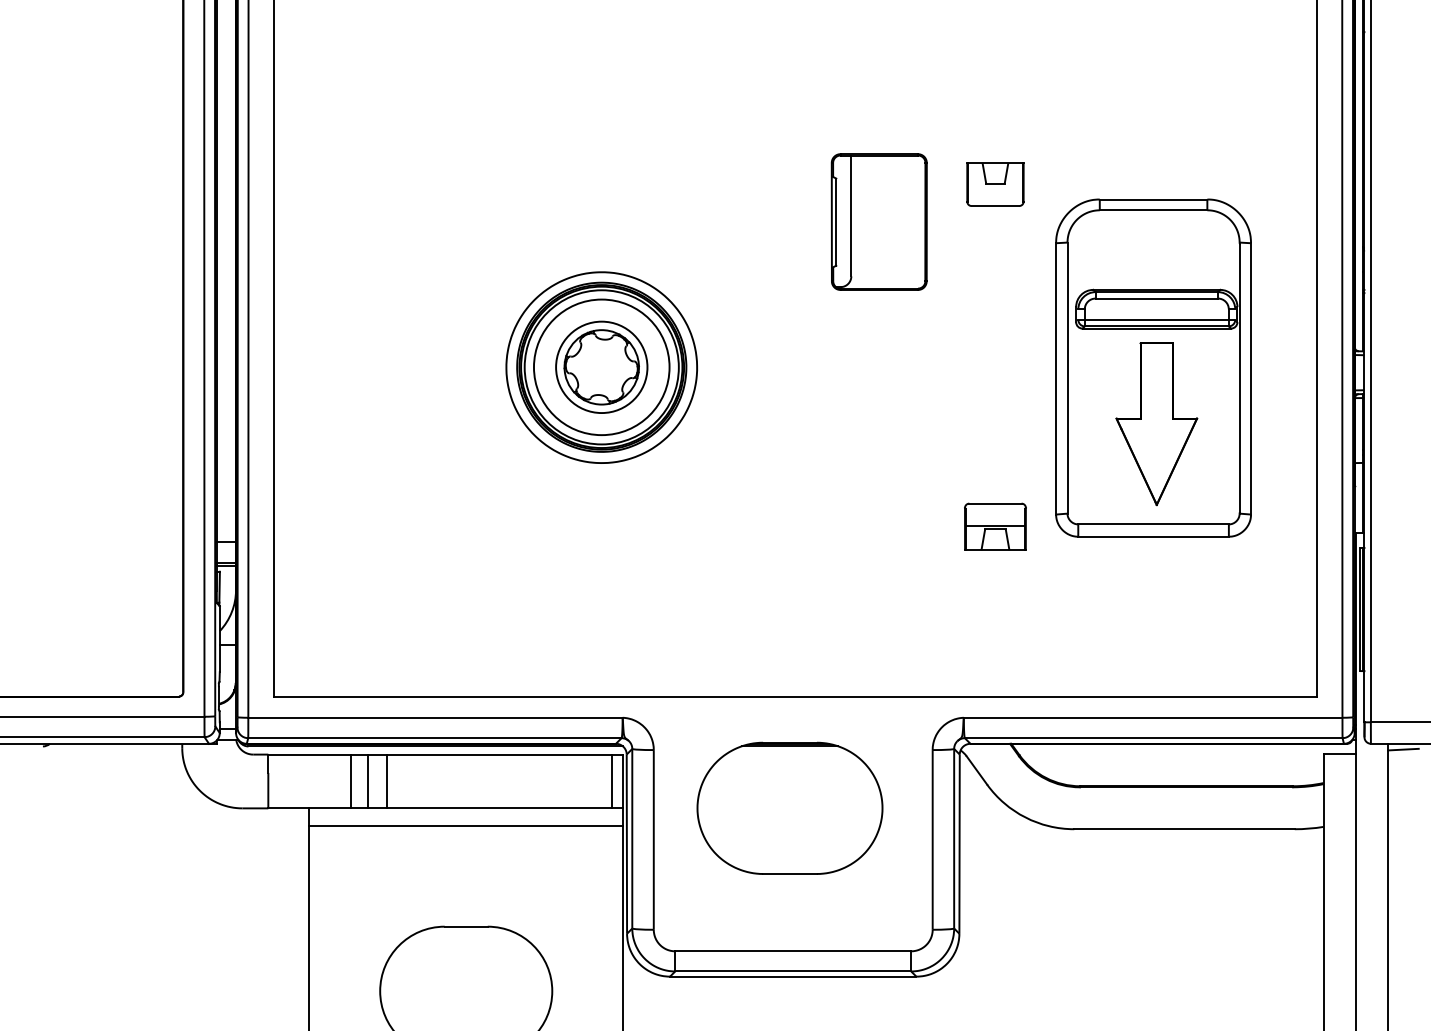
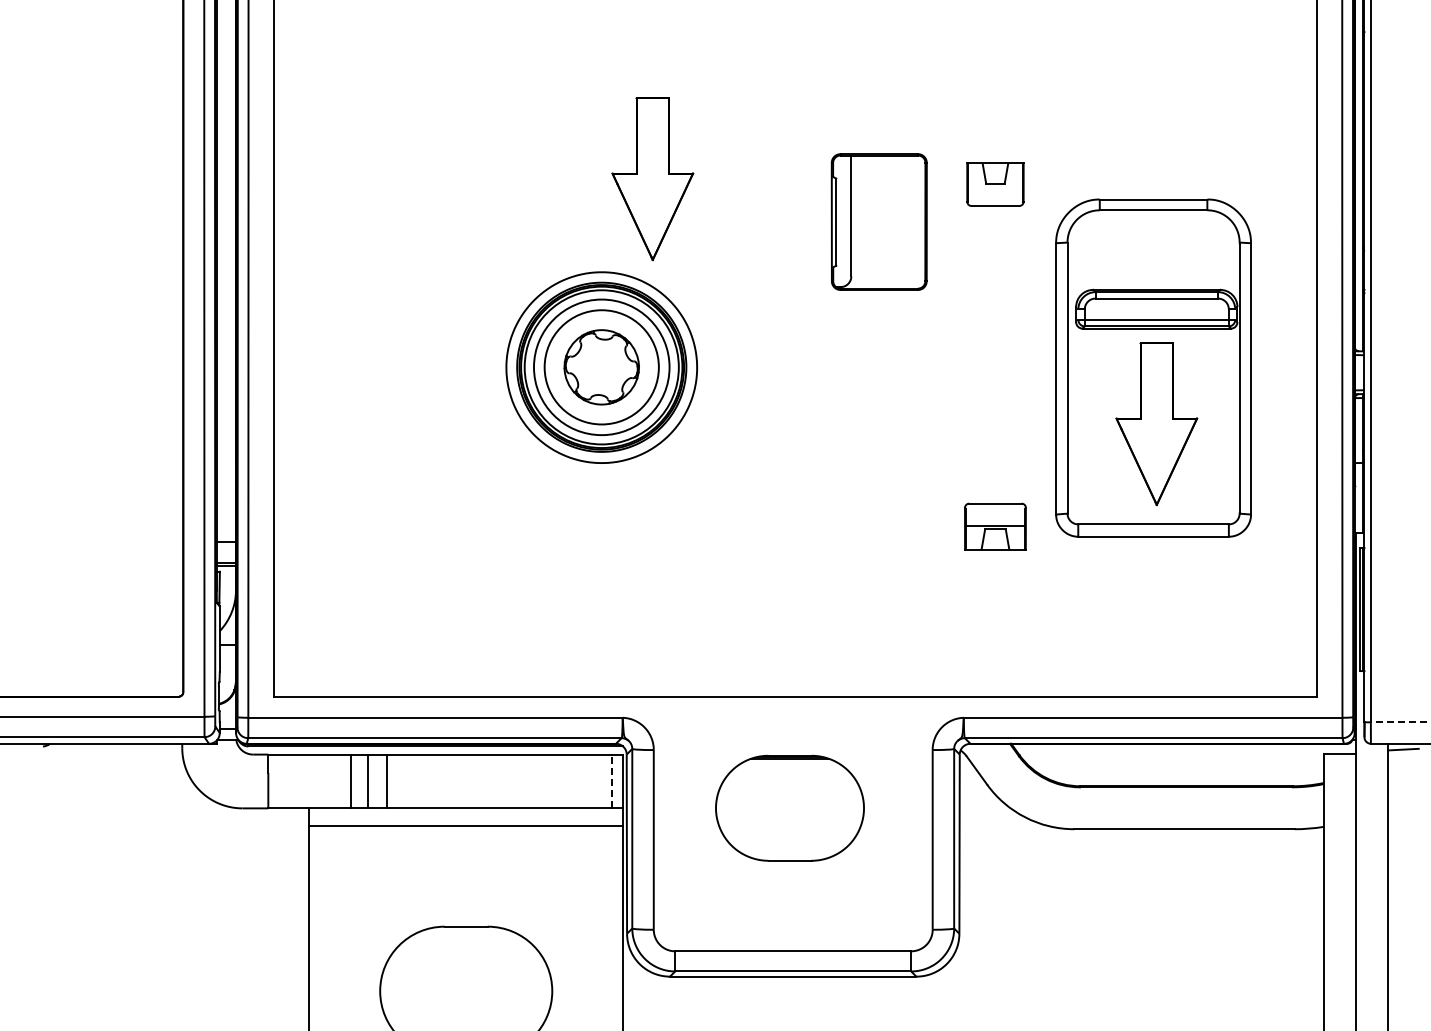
part at (652, 179): none -> present
circle at (601, 367) diameter: 91 px -> 114 px
line at (1400, 722): solid -> dashed
line at (611, 781): solid -> dashed
part at (789, 807) size: 188x134 px -> 150x108 px
